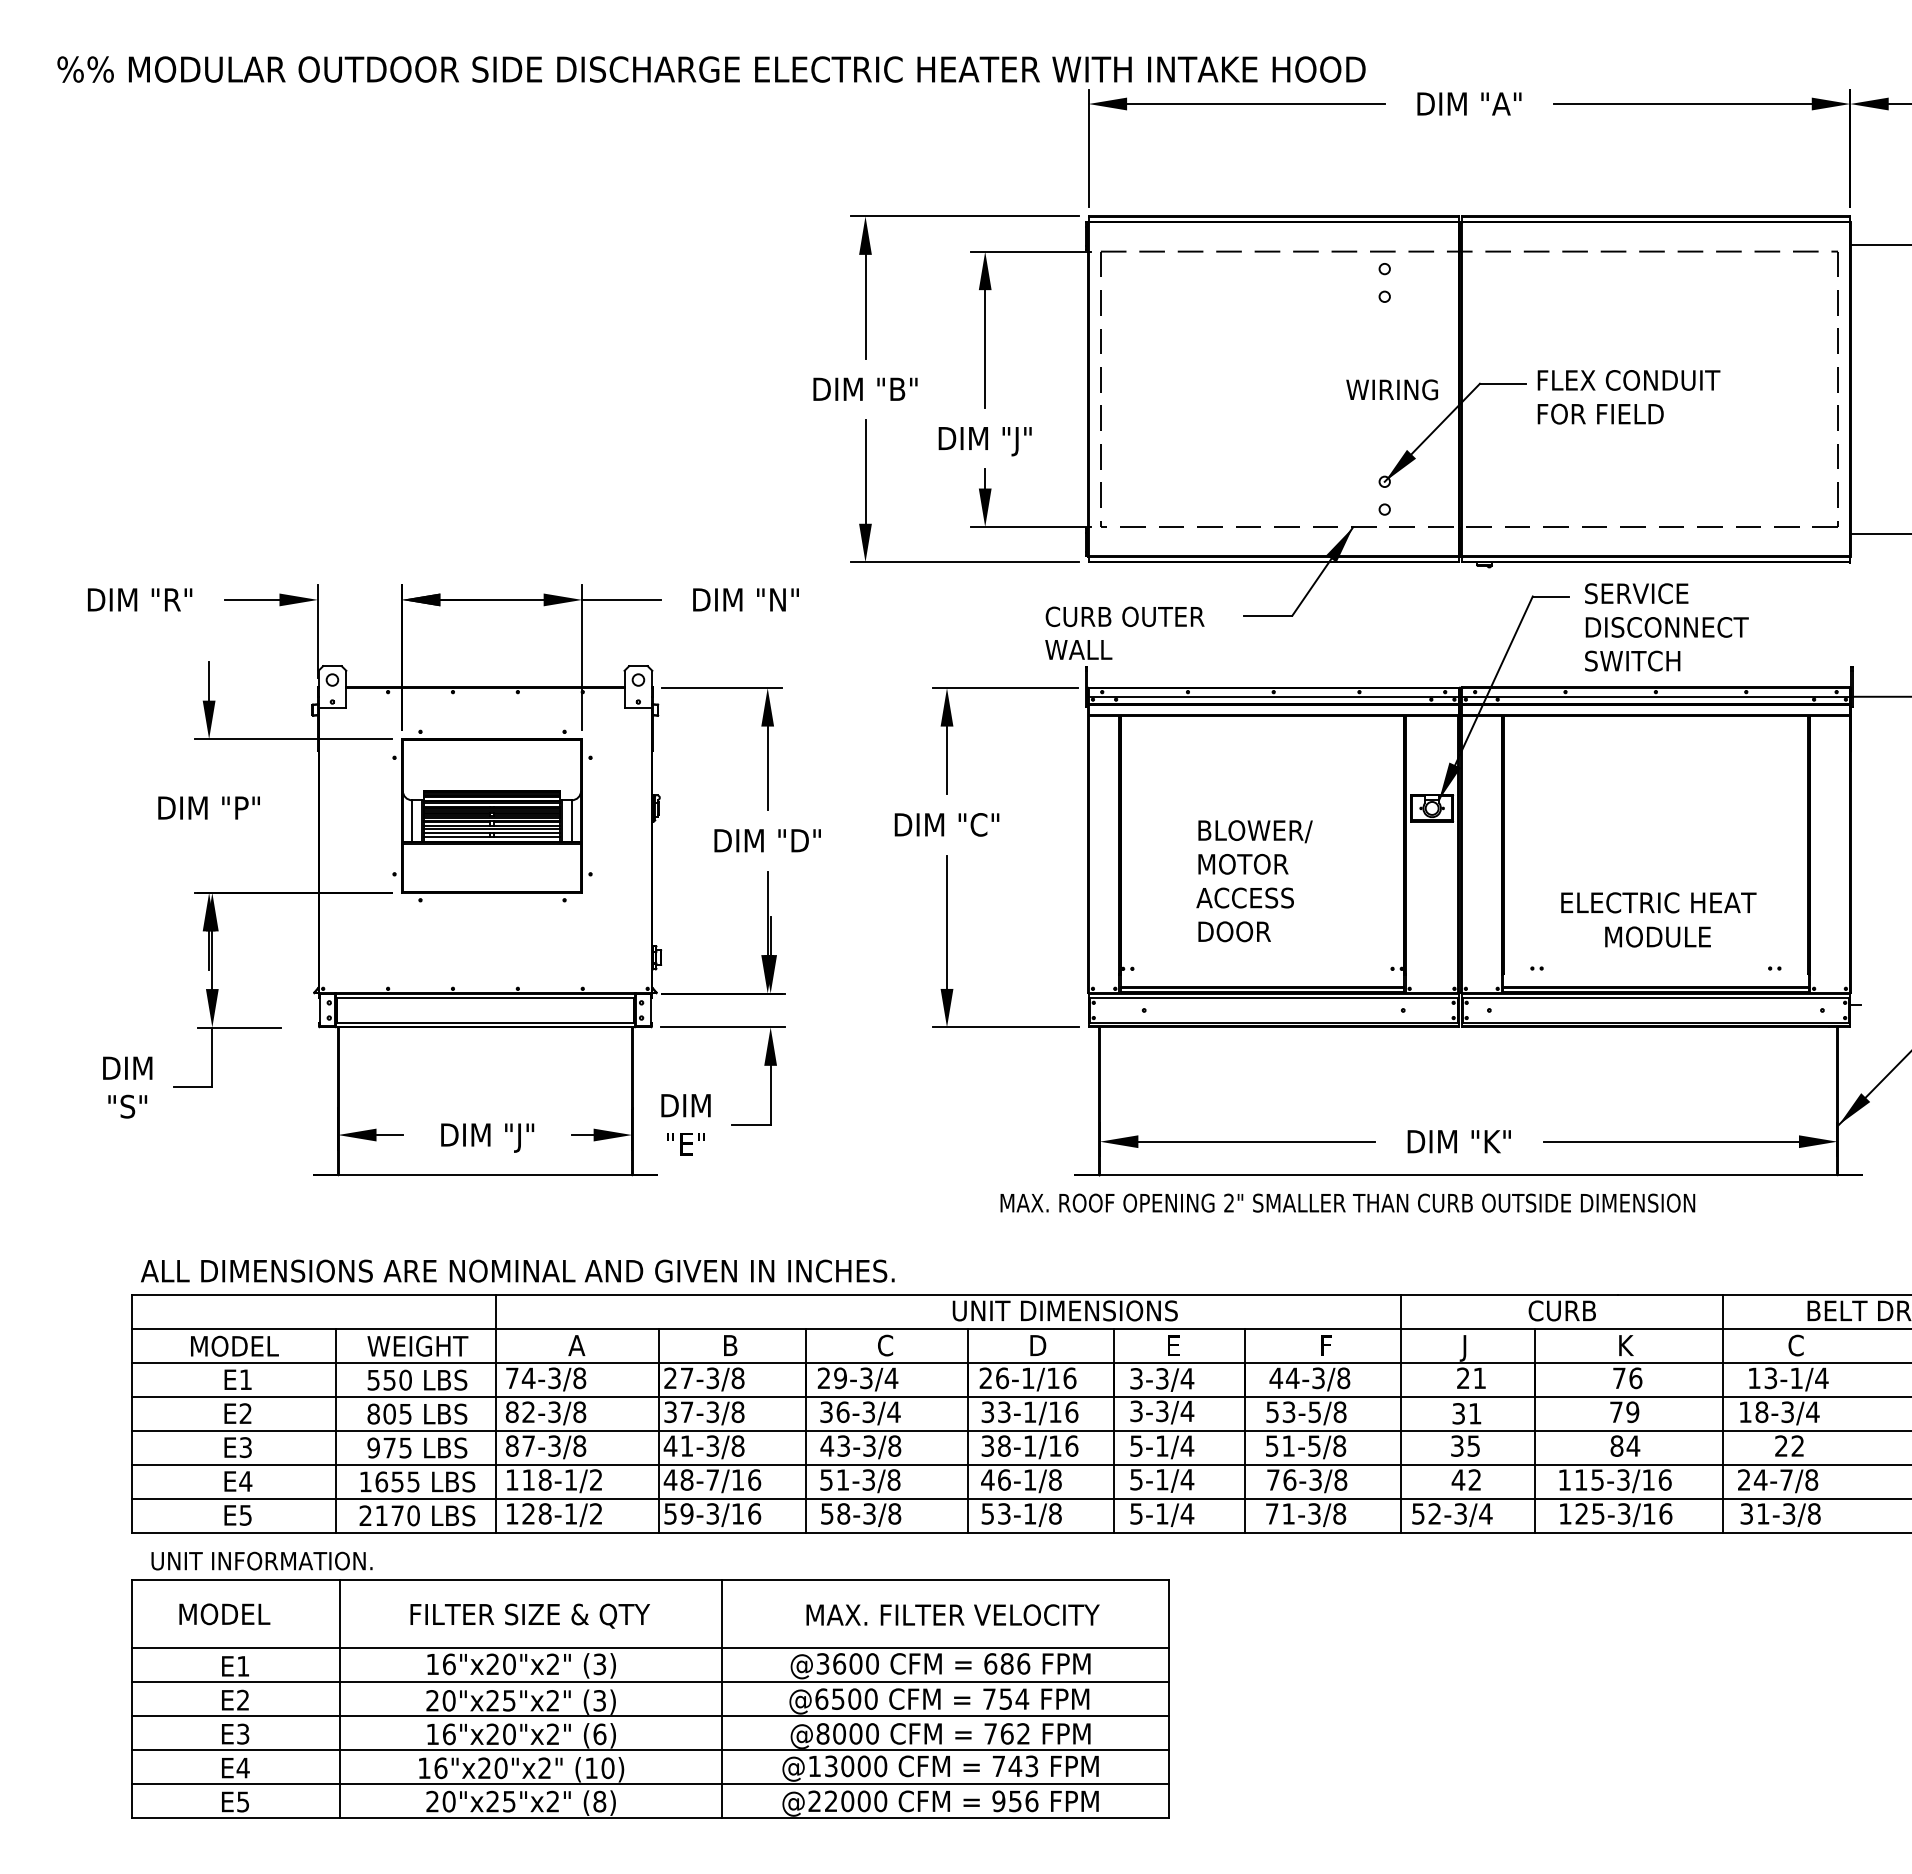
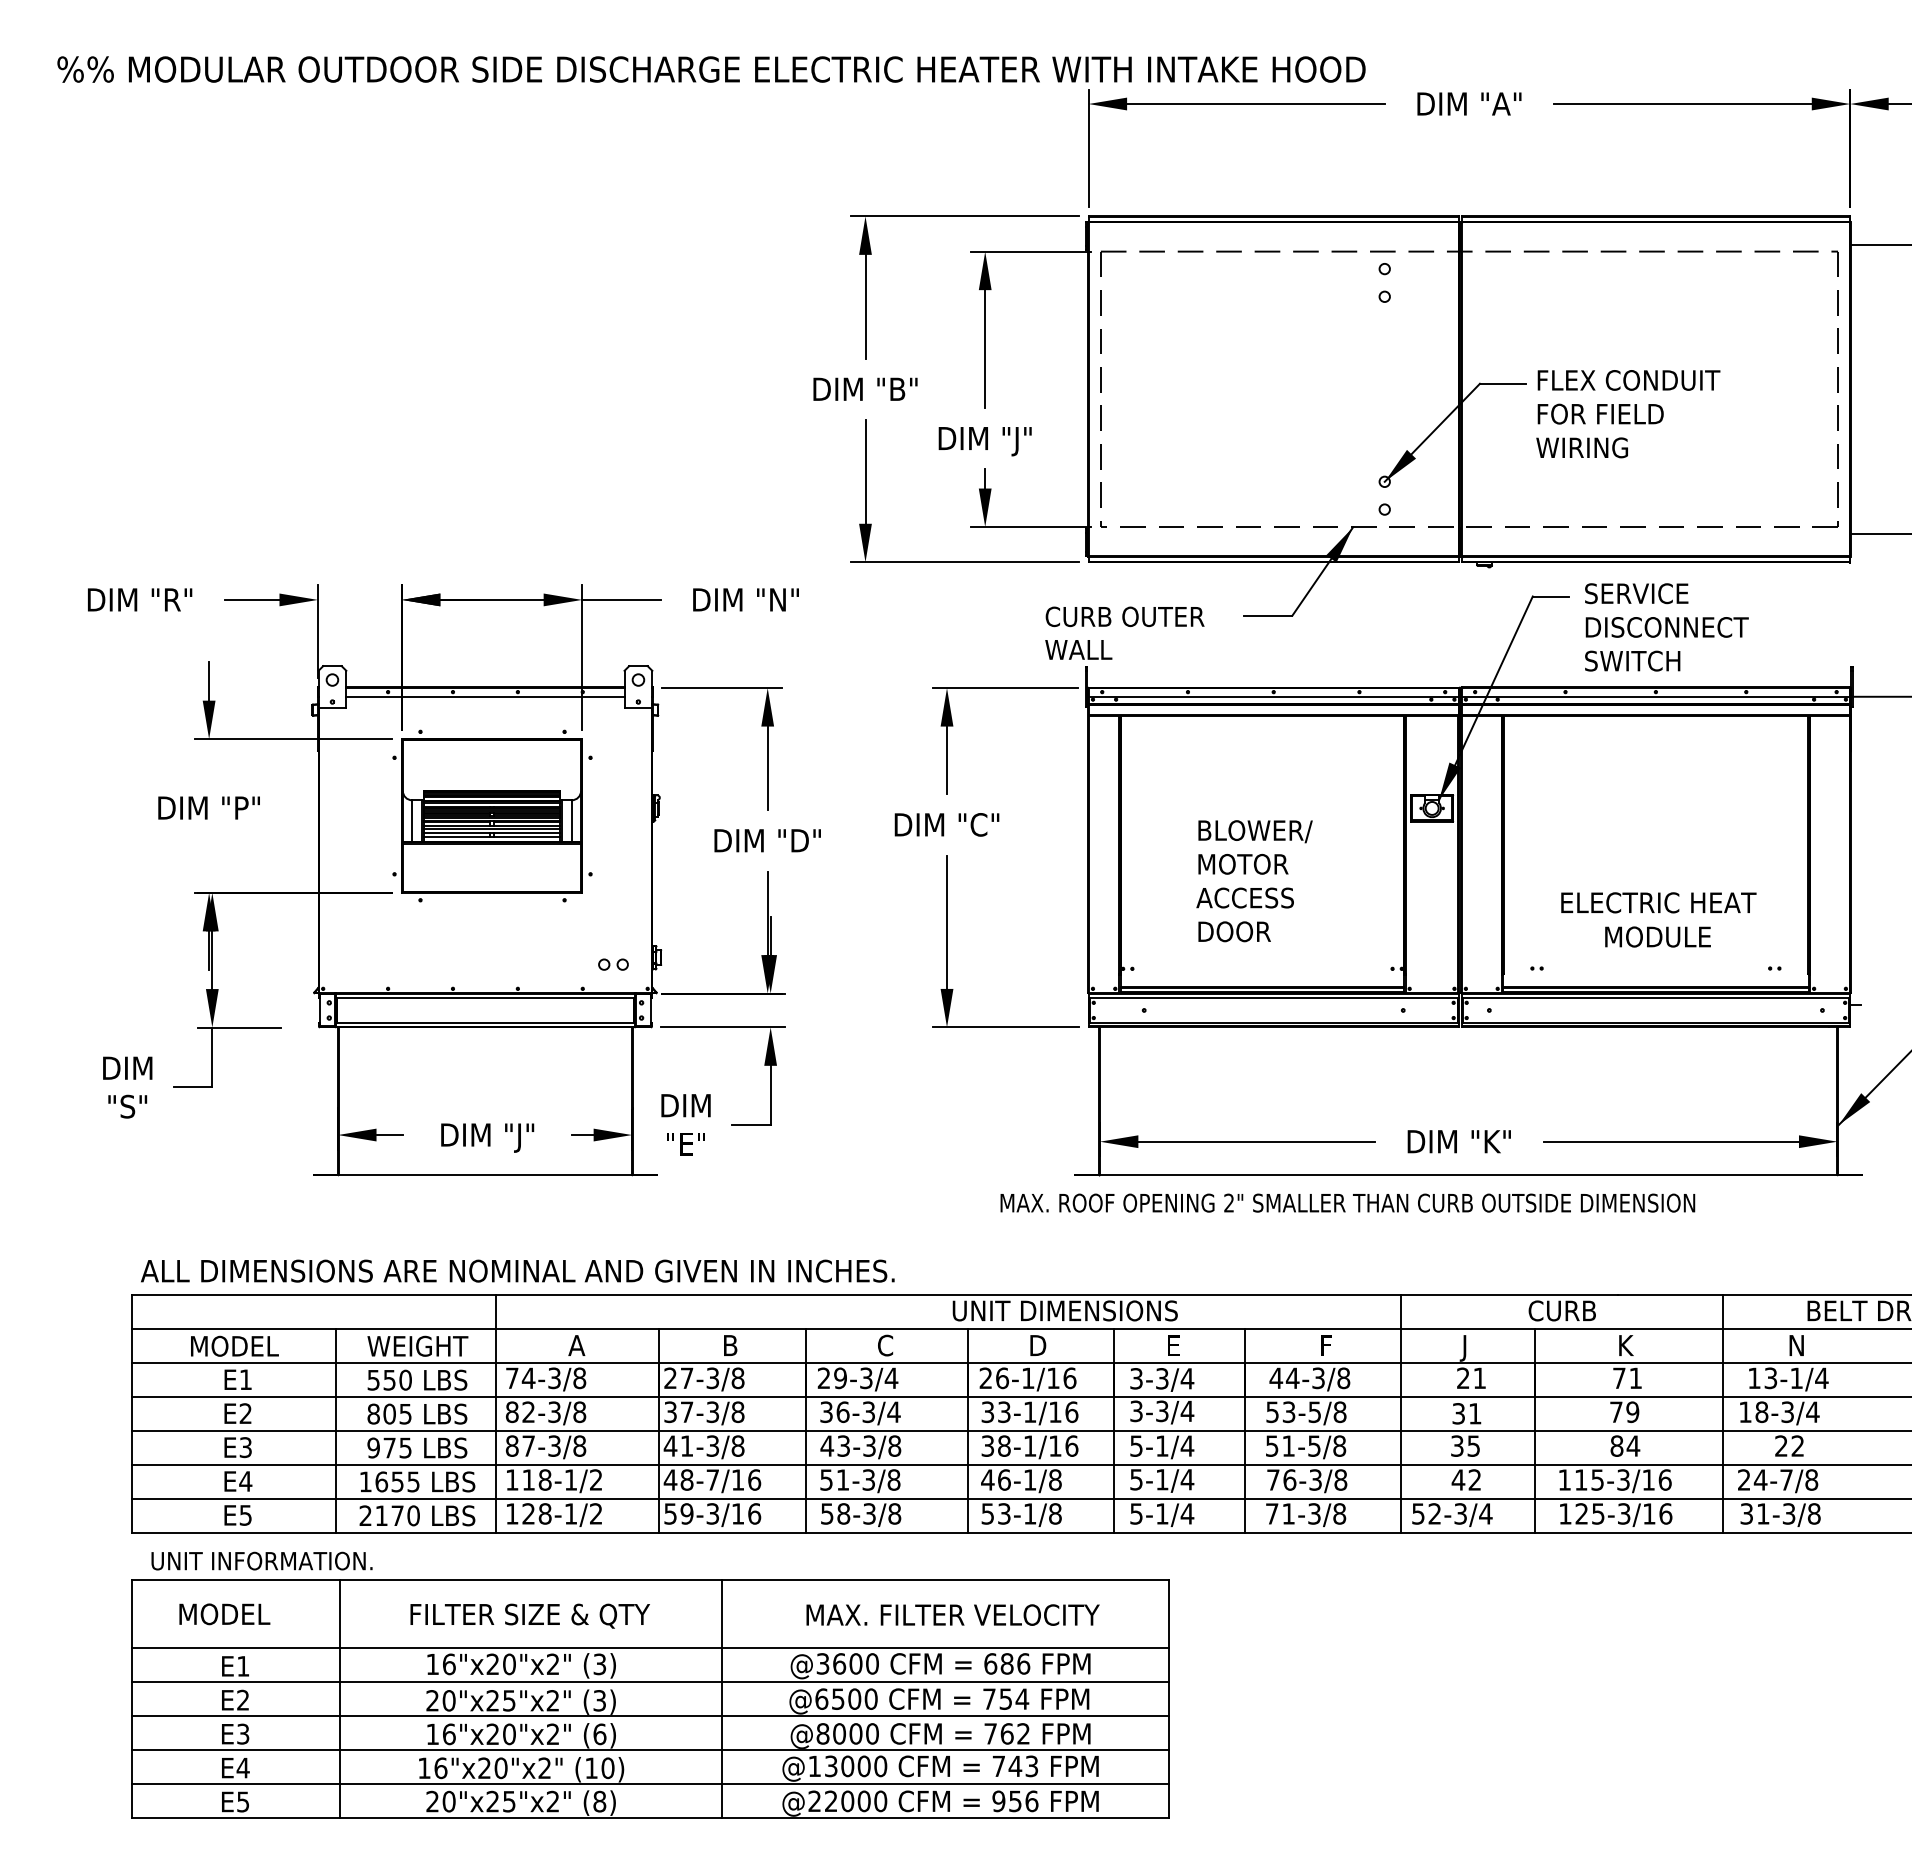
text at (1391, 389) position: (1391, 389) -> (1581, 447)
line at (485, 696): none -> present
part at (613, 964): none -> present
text at (1795, 1345): C -> N
text at (1635, 1378): 76 -> 71
